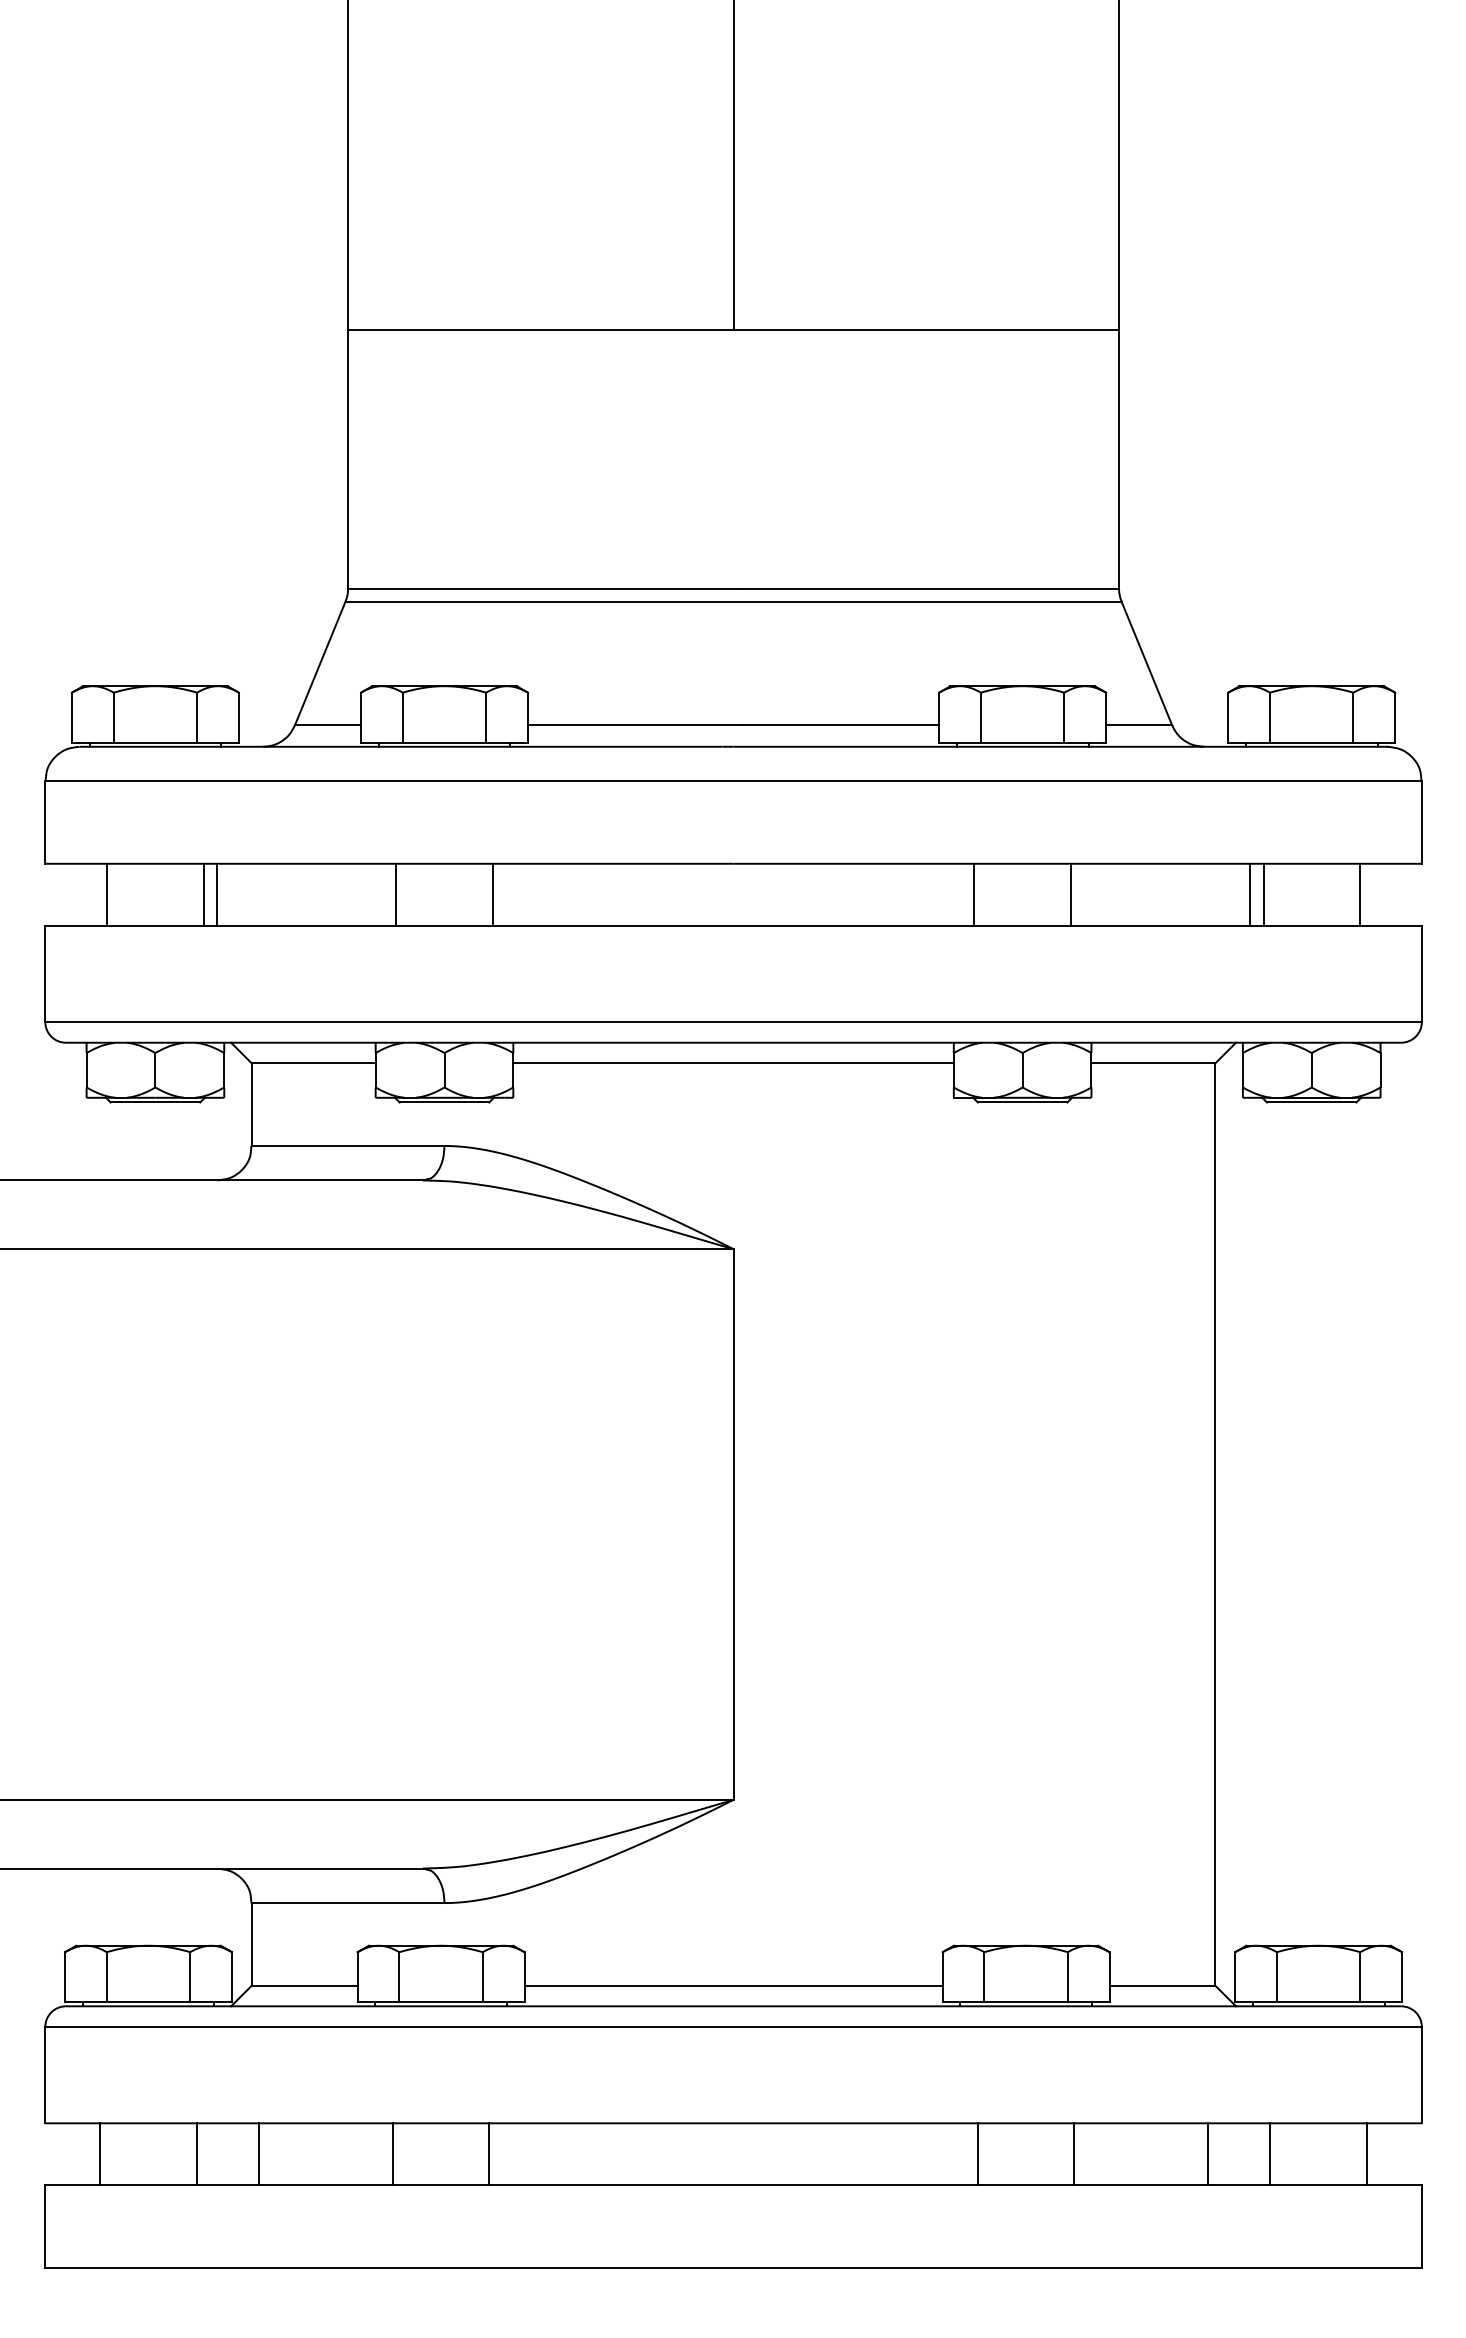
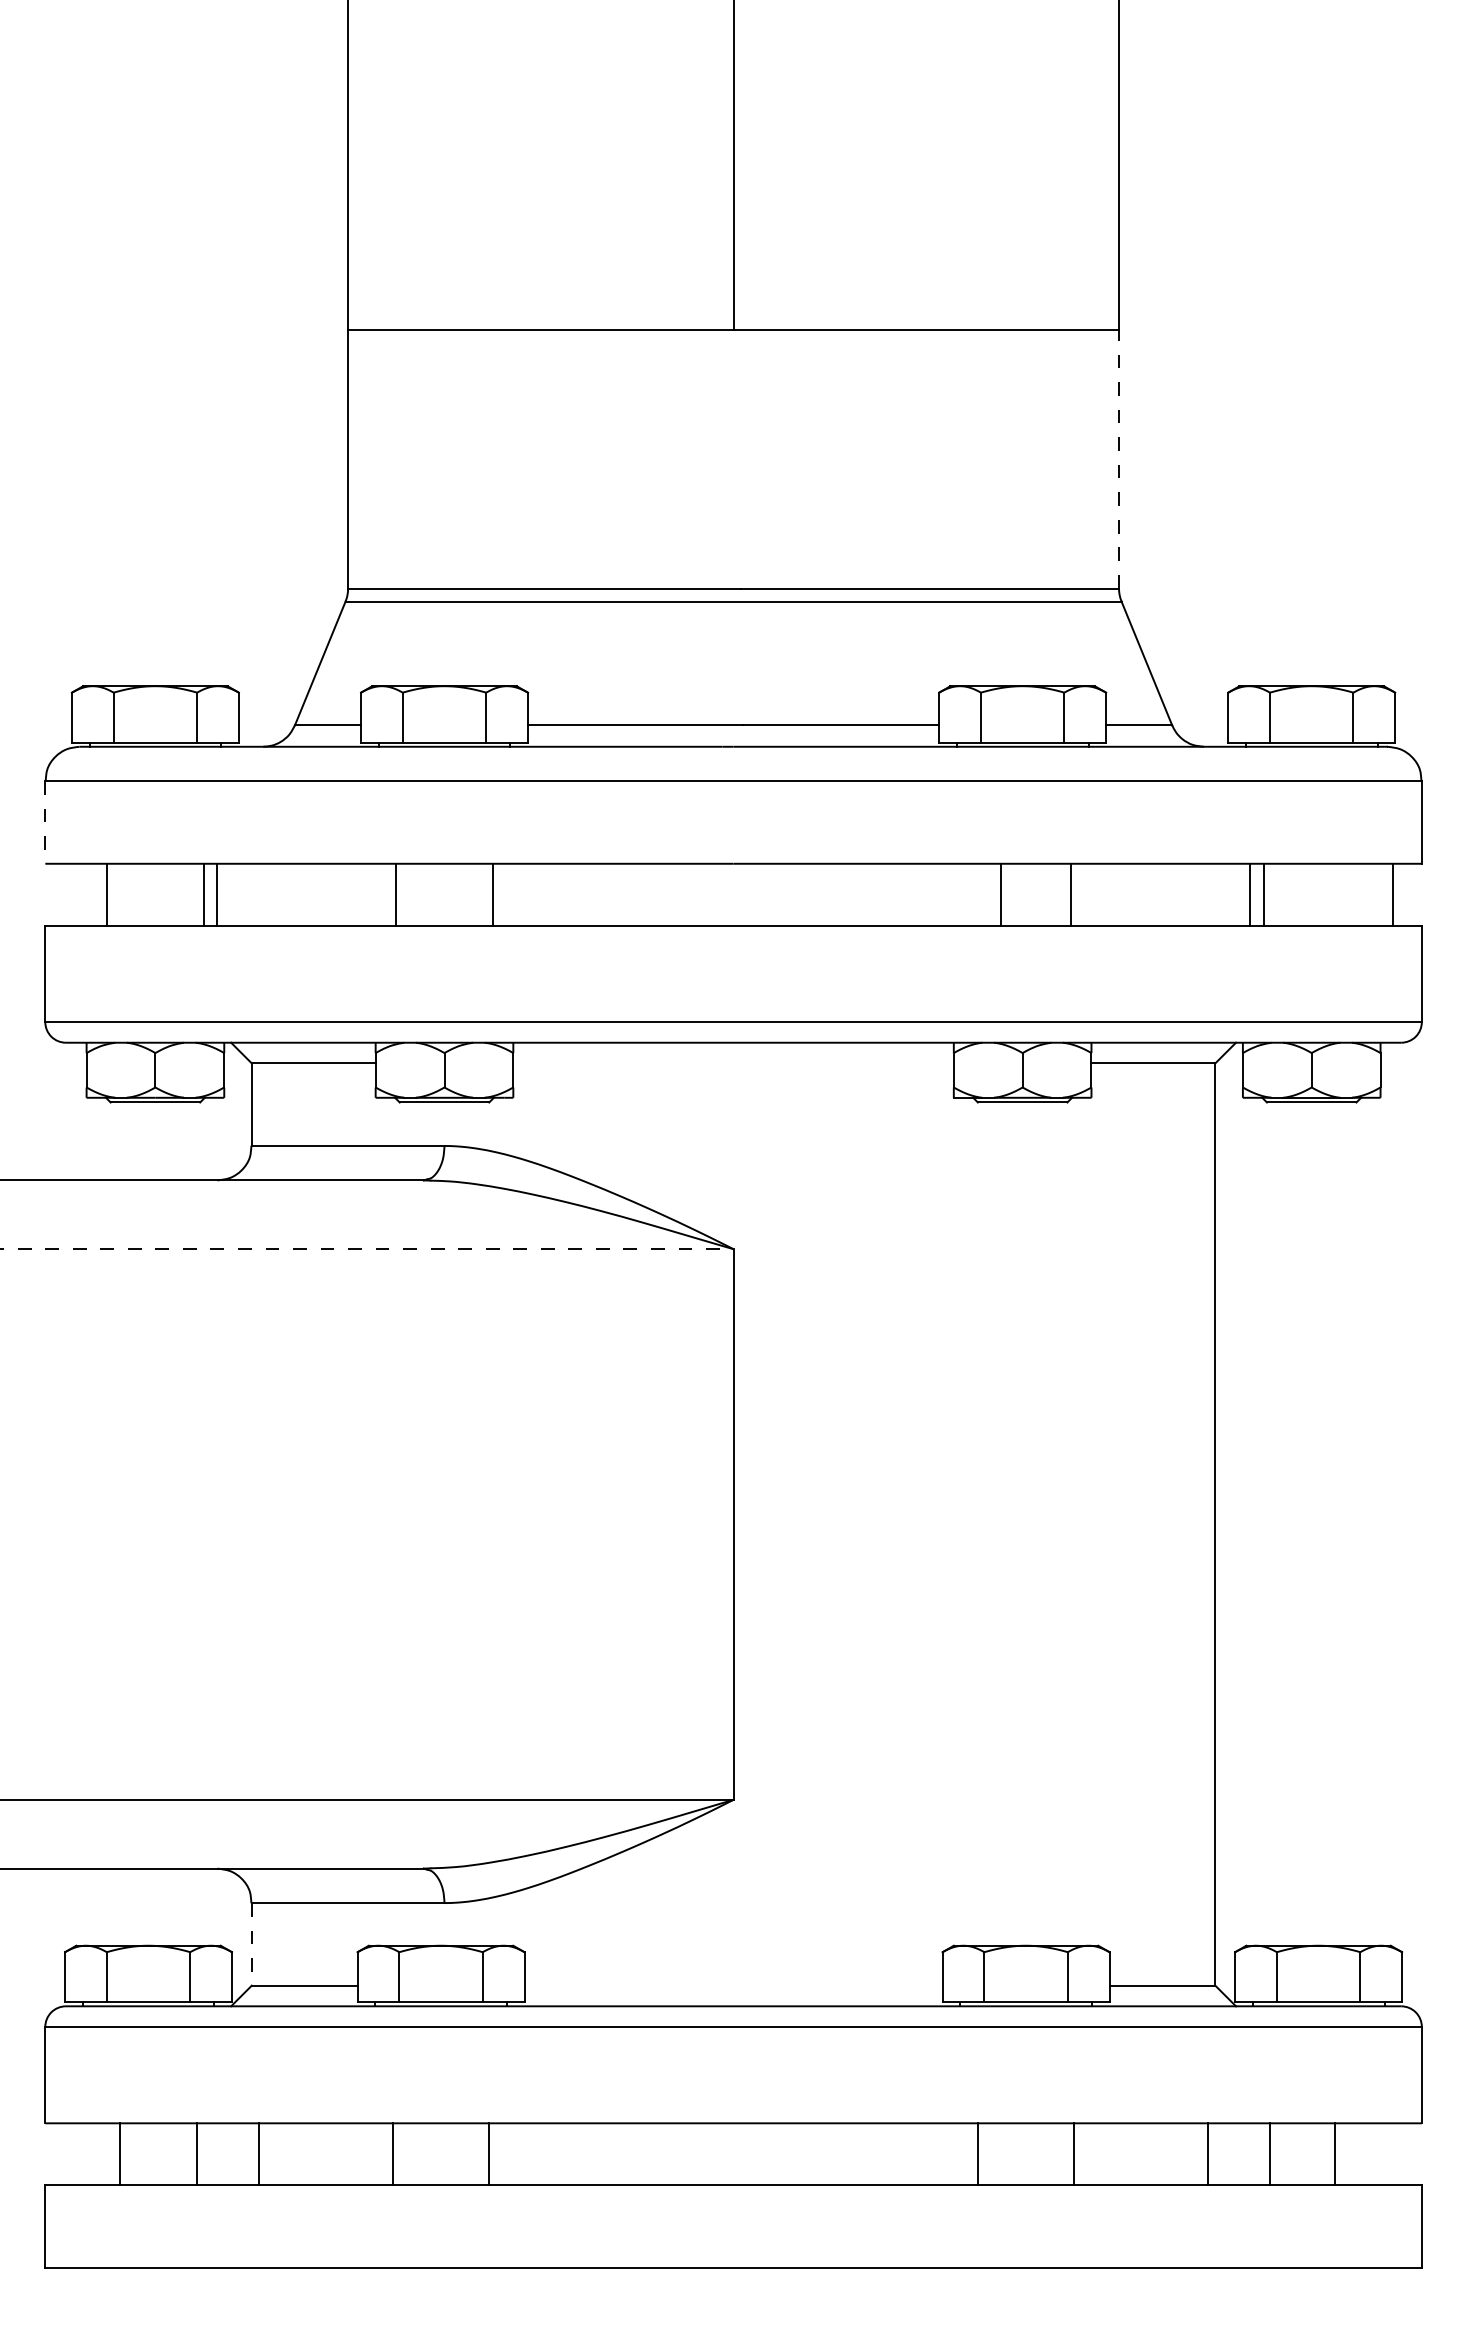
line at (1119, 459): solid -> dashed
line at (45, 823): solid -> dashed
line at (974, 894) position: (974, 894) -> (1001, 894)
line at (1359, 894) position: (1359, 894) -> (1392, 894)
line at (733, 1063): present -> none
line at (367, 1249): solid -> dashed
line at (251, 1944): solid -> dashed
line at (733, 1985): present -> none
line at (100, 2154) position: (100, 2154) -> (120, 2154)
line at (1366, 2154) position: (1366, 2154) -> (1334, 2154)
